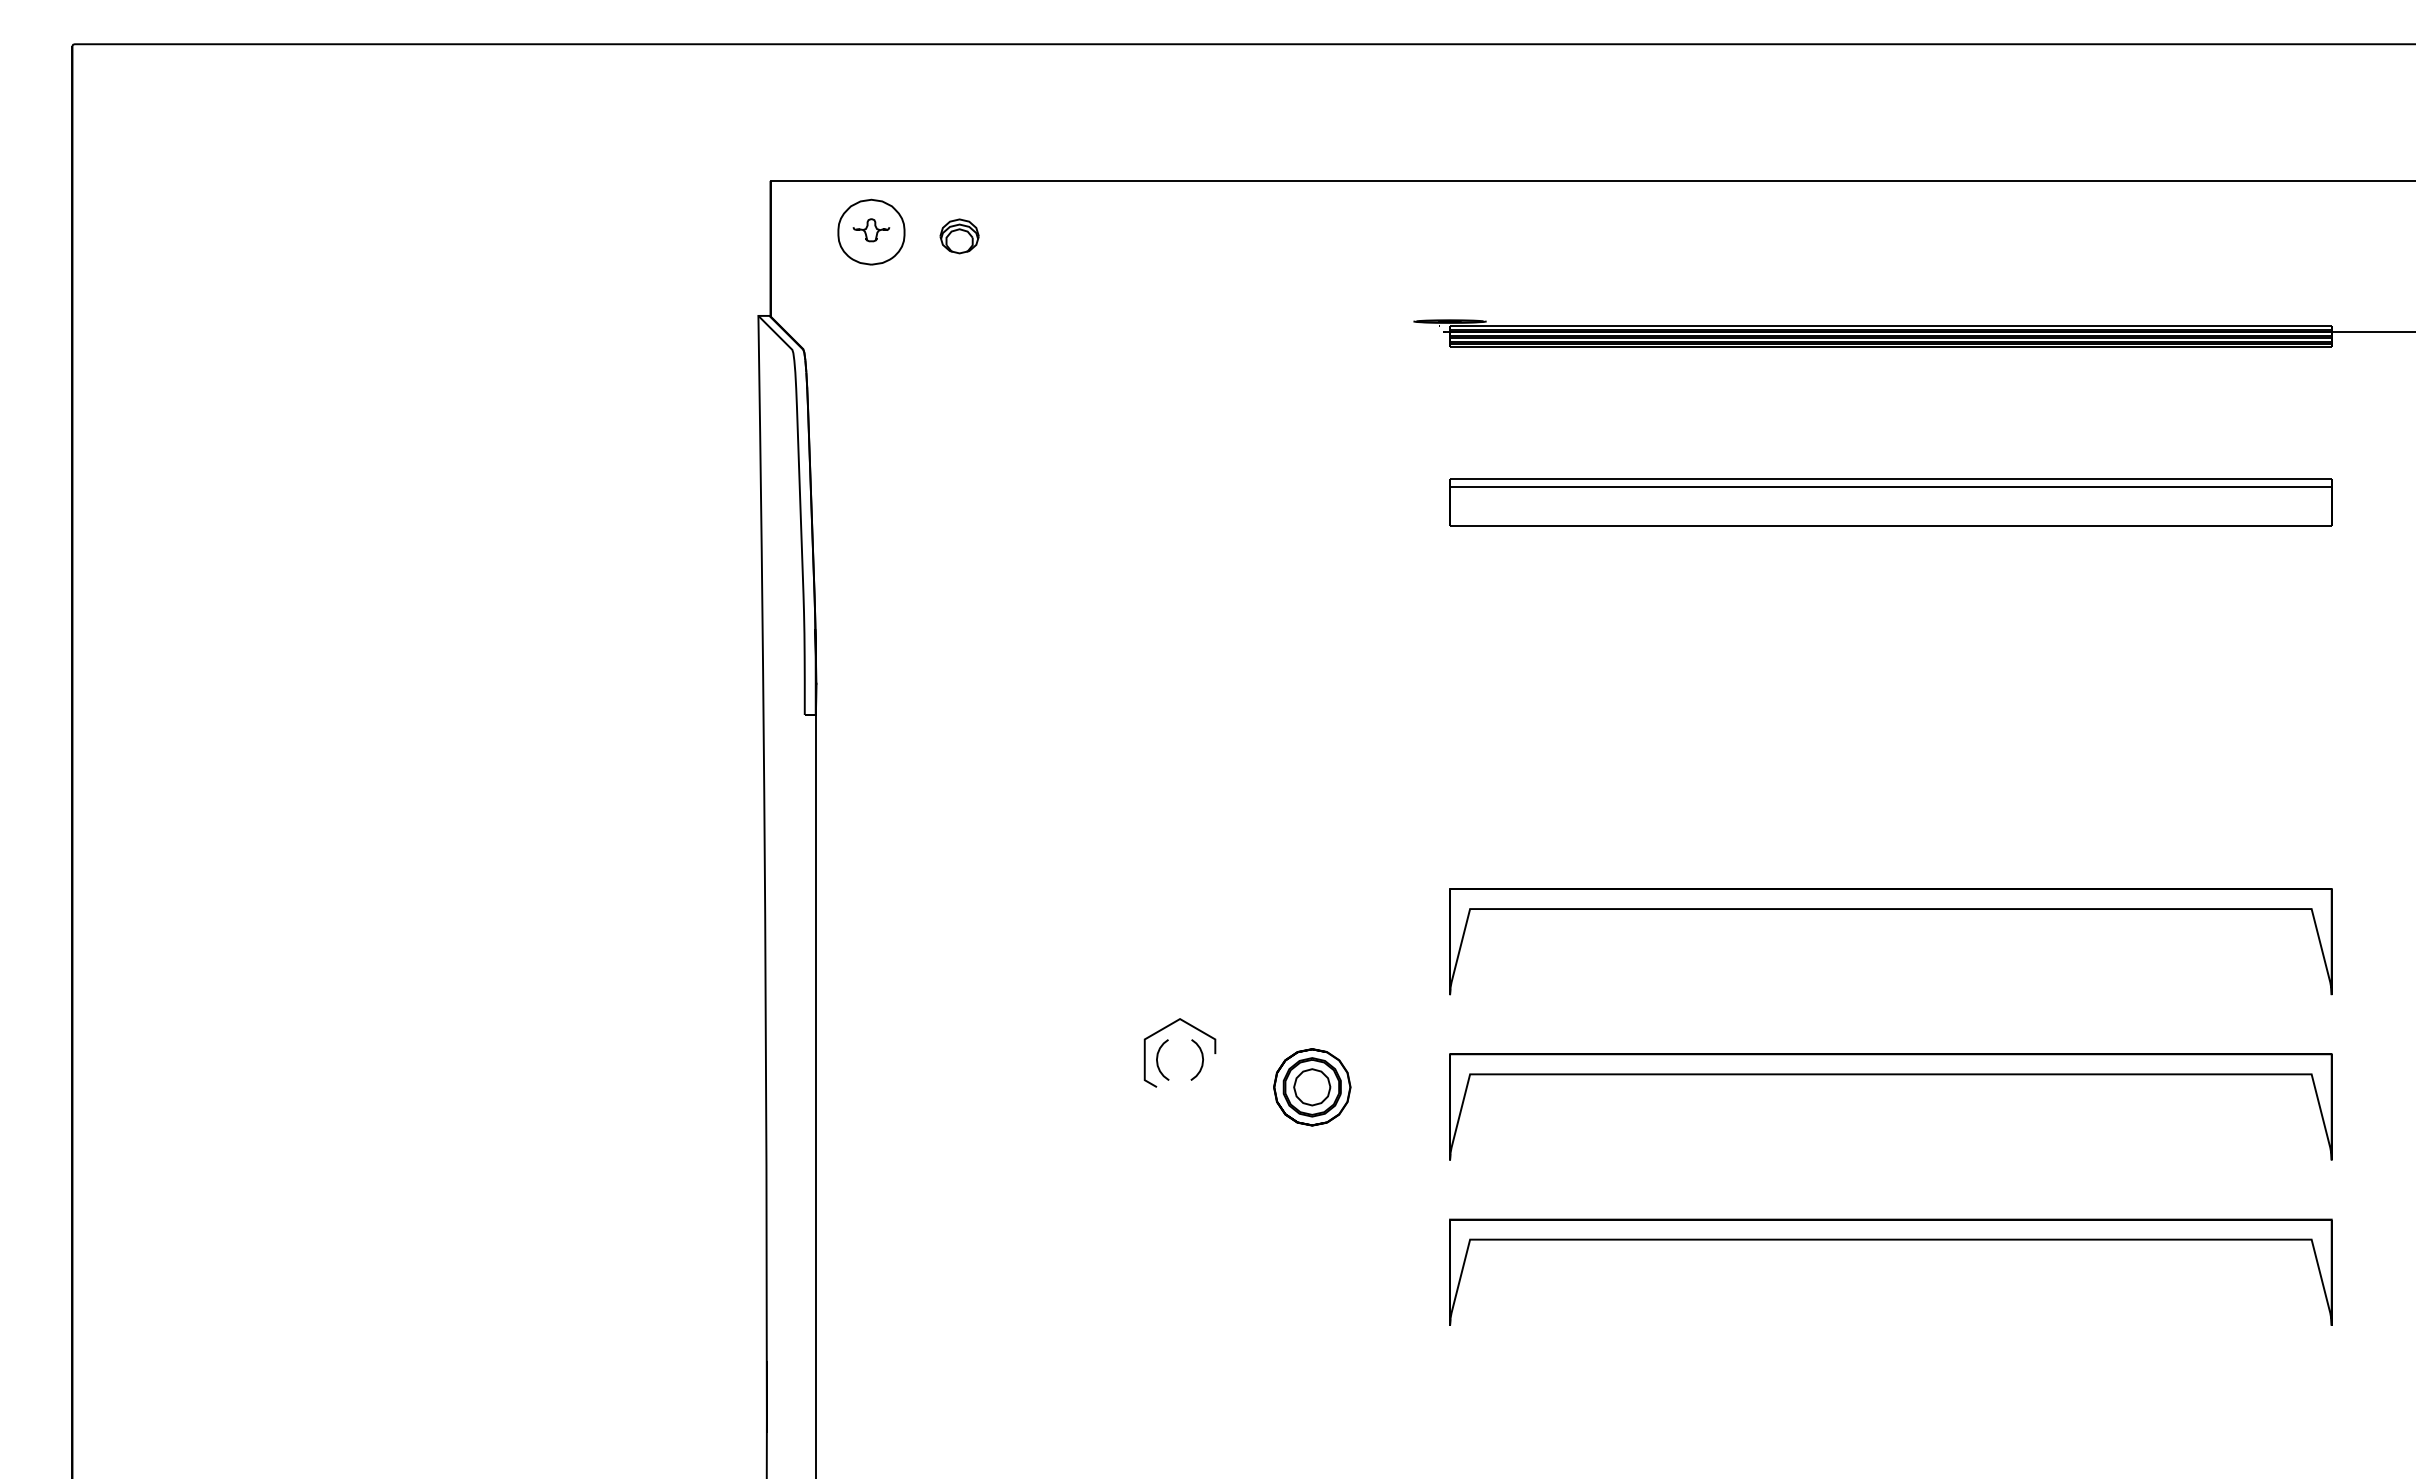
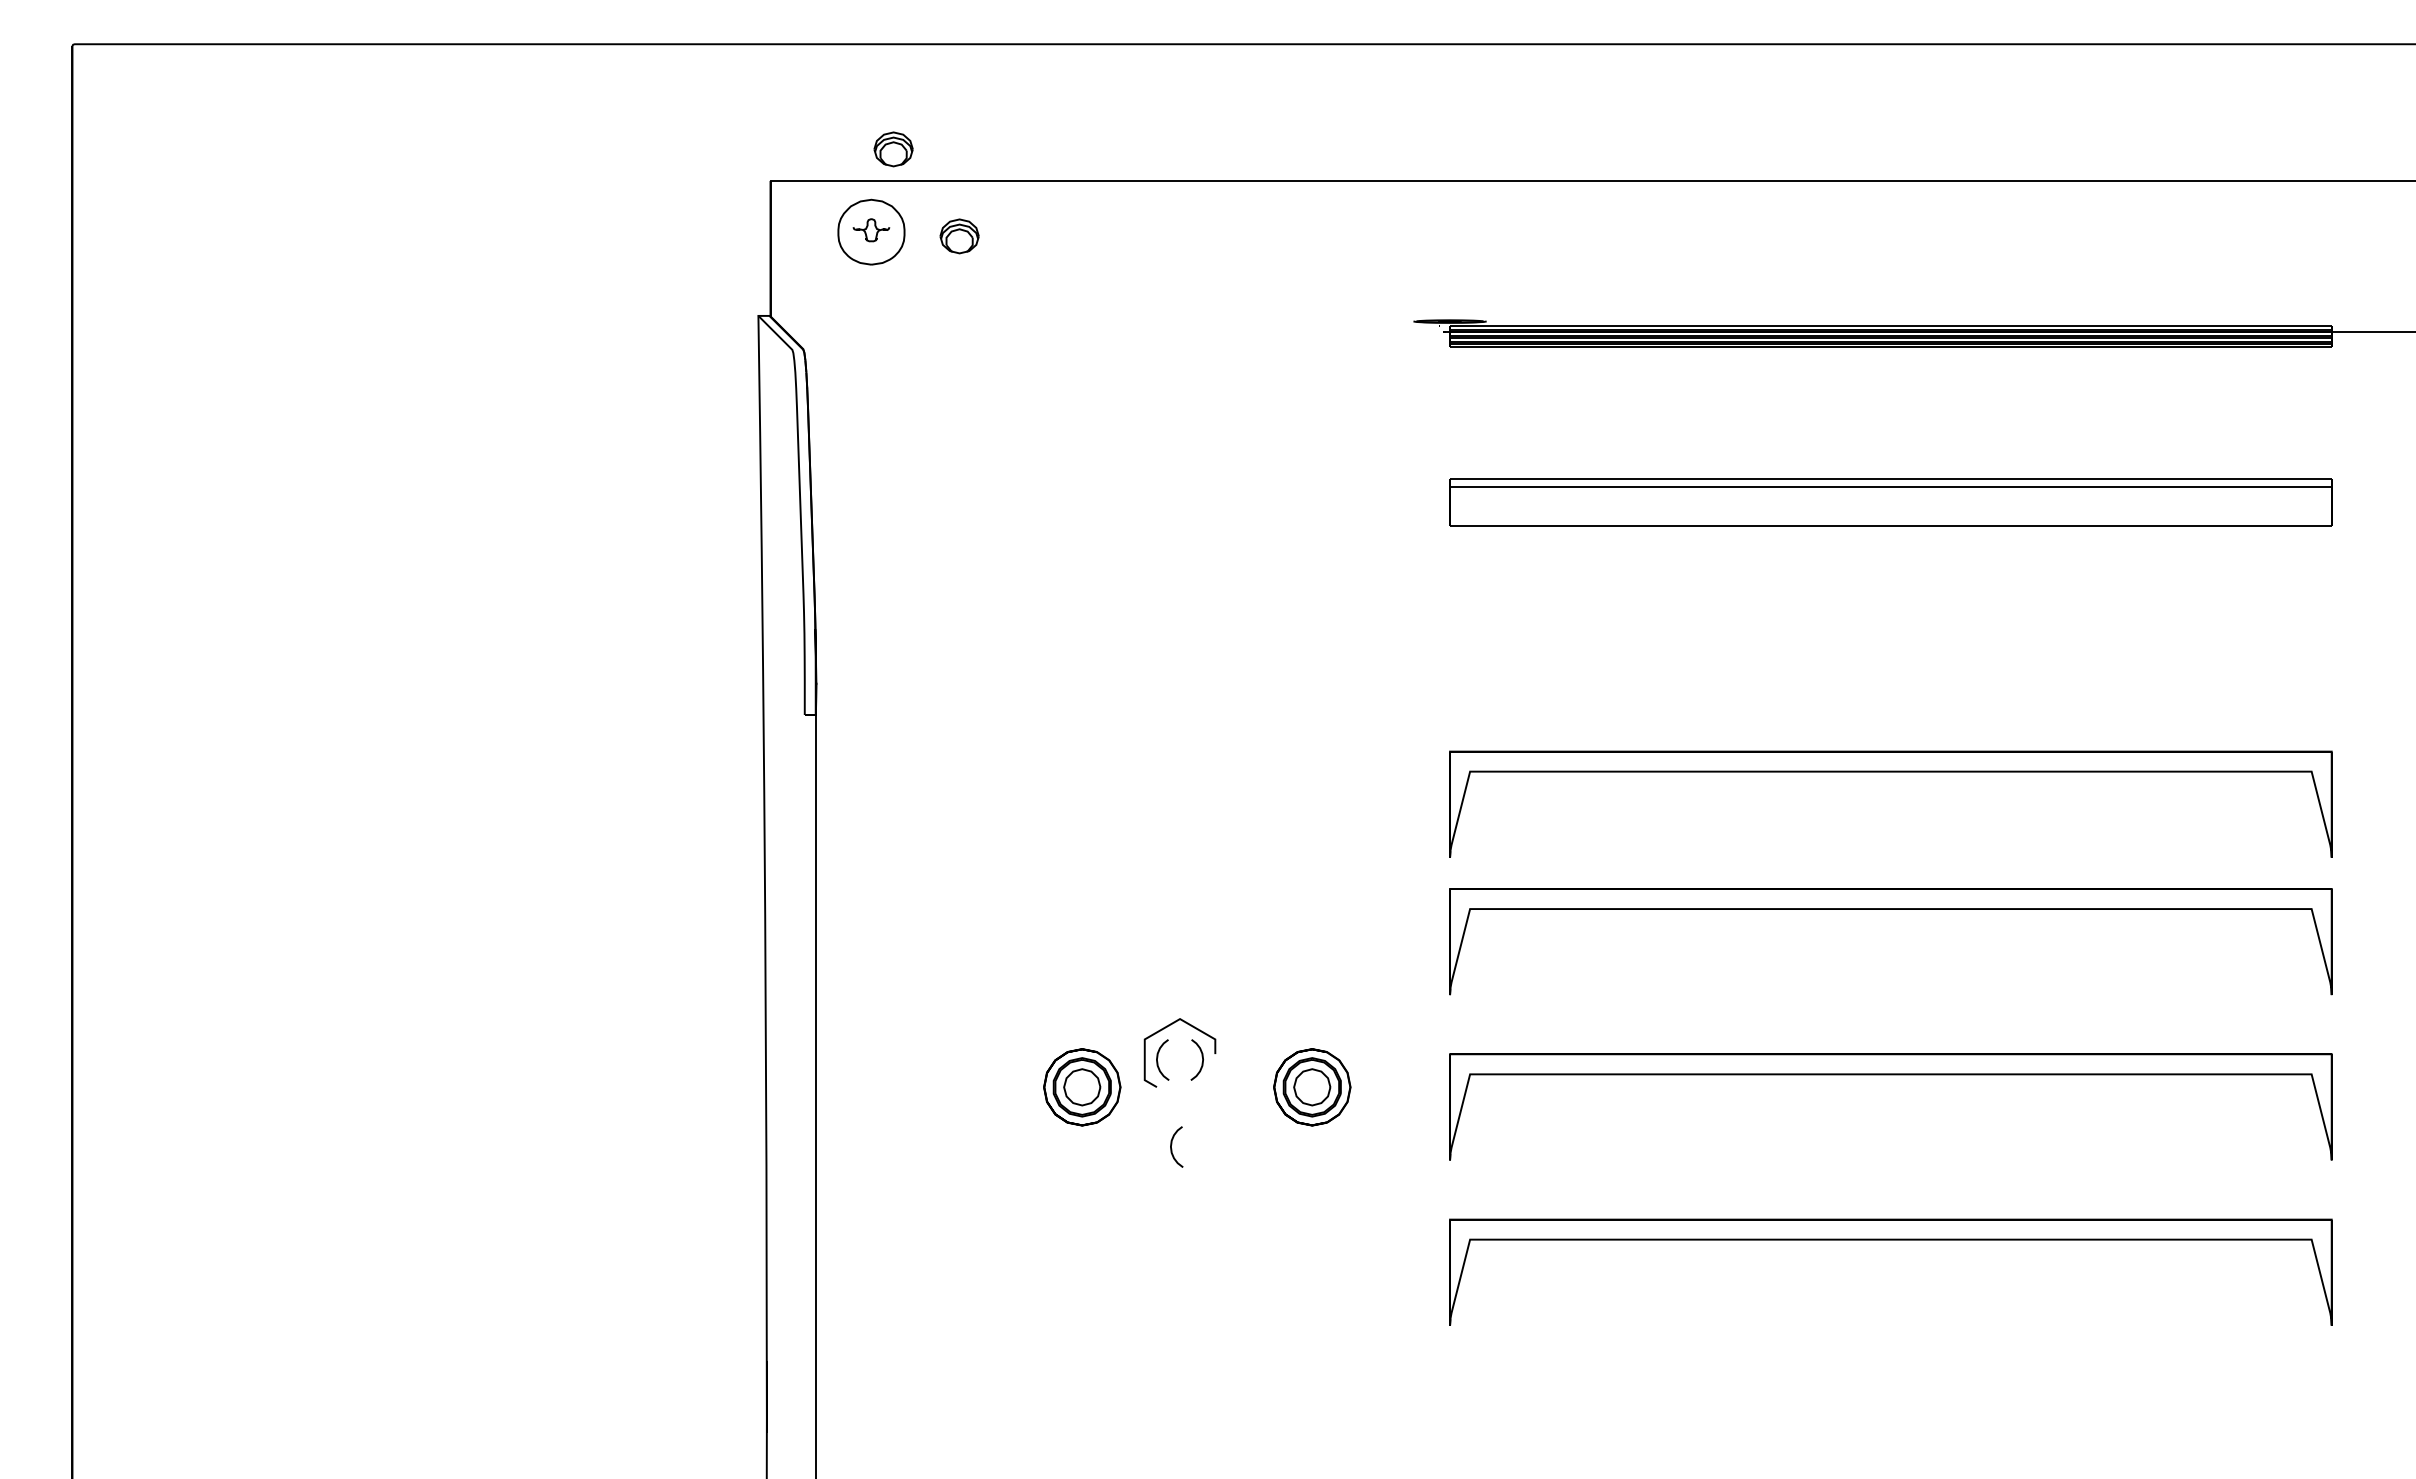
part at (893, 149): none -> present
part at (1890, 772): none -> present
part at (1082, 1087): none -> present
curve at (1172, 1144): none -> present
